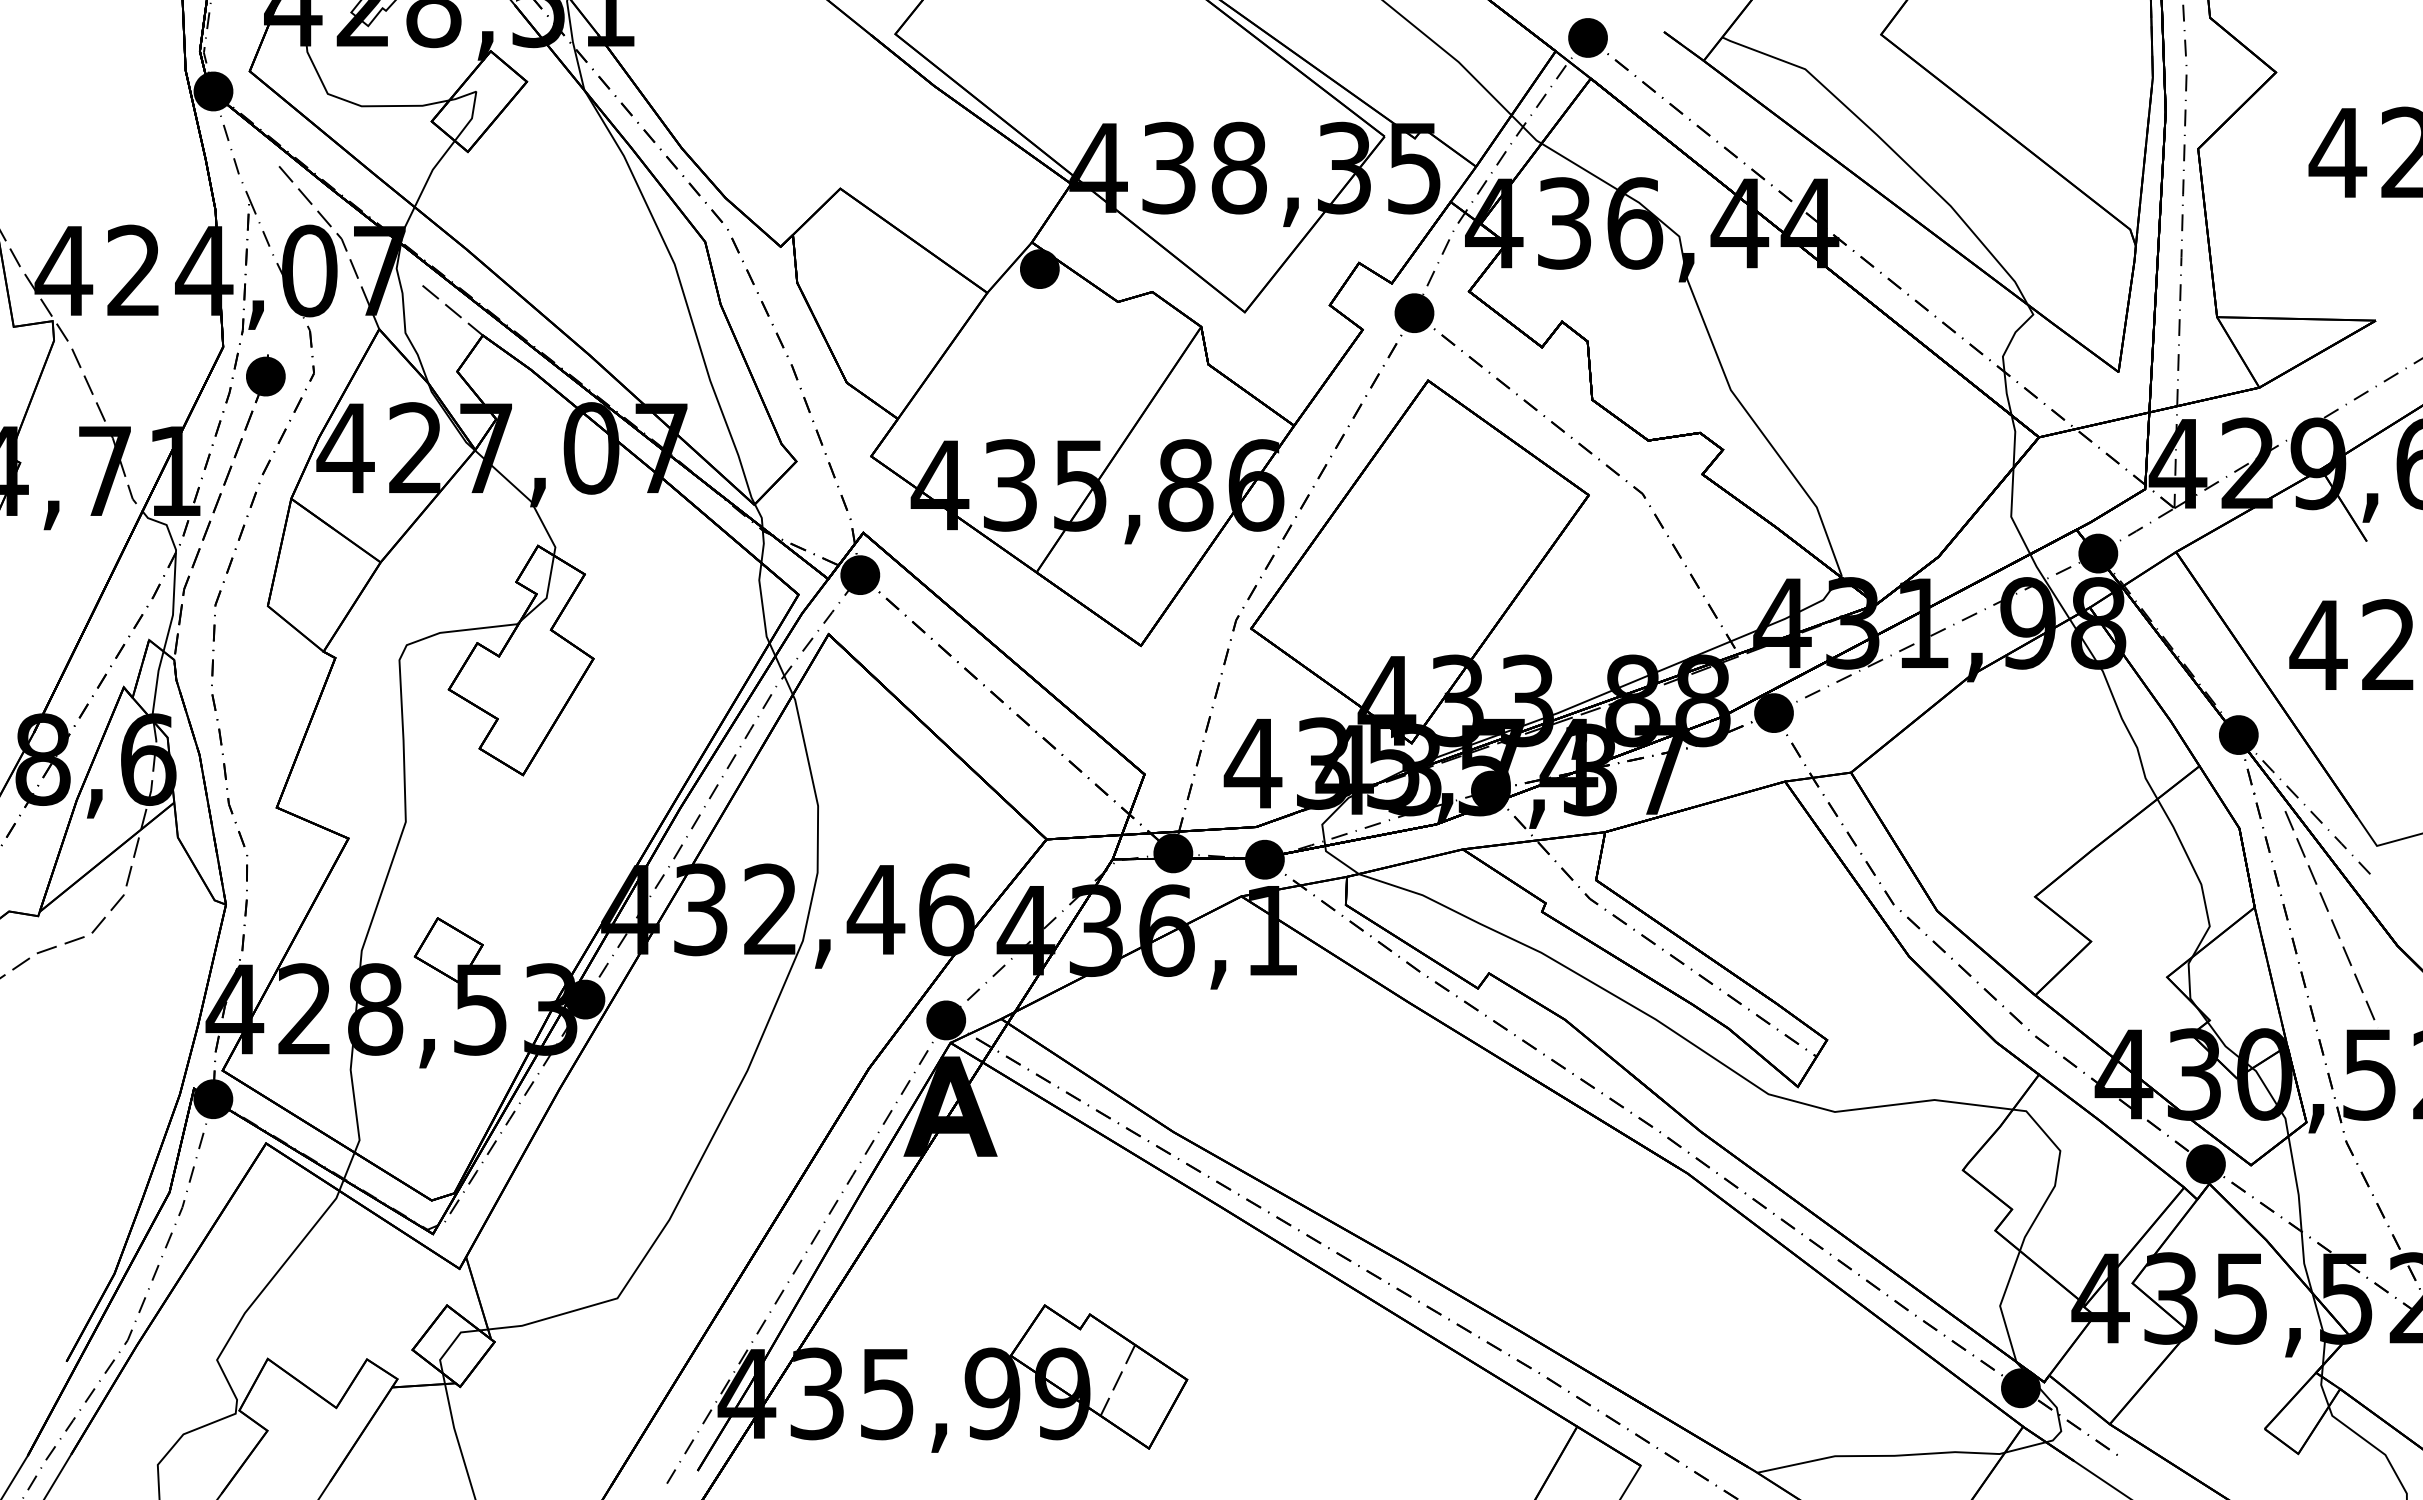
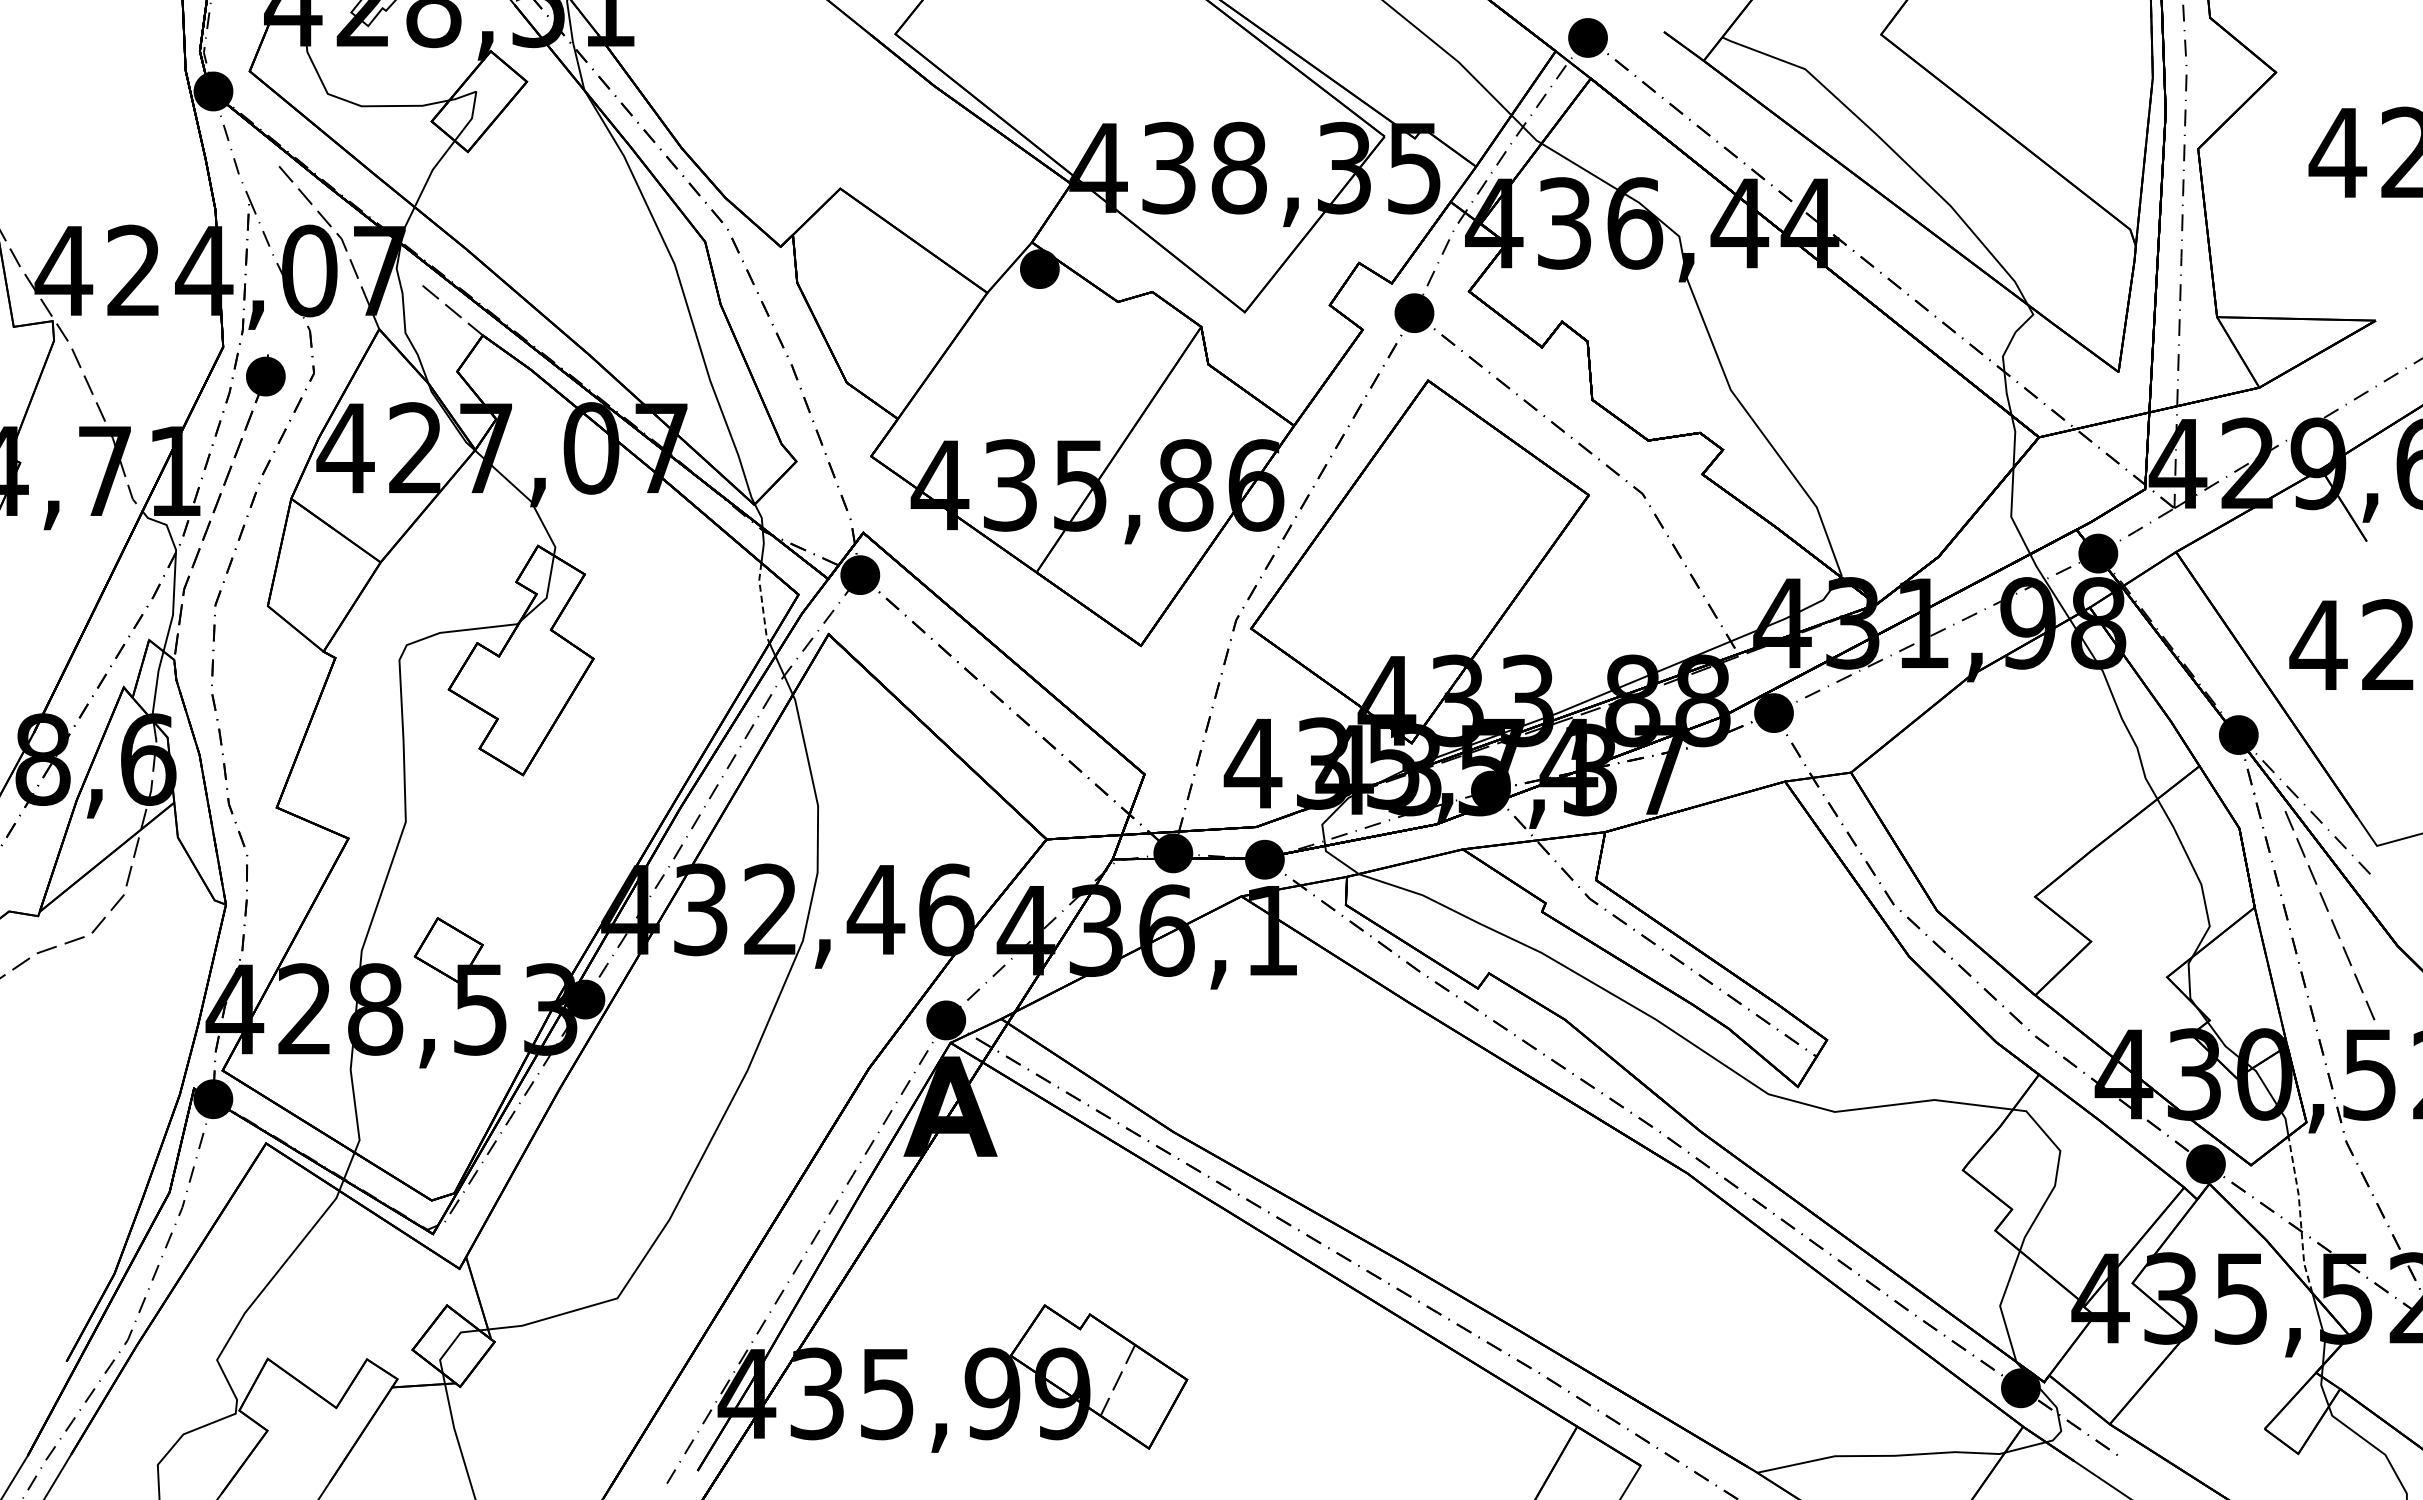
line at (762, 603): solid -> dashed
line at (2300, 1214): solid -> dashed
